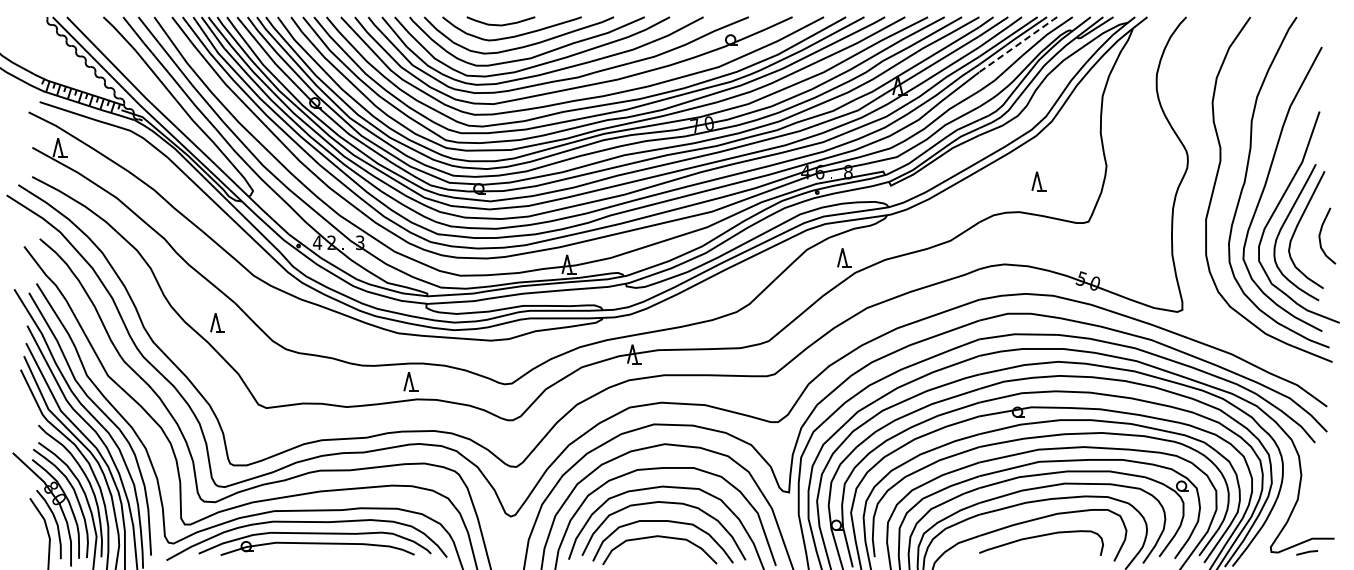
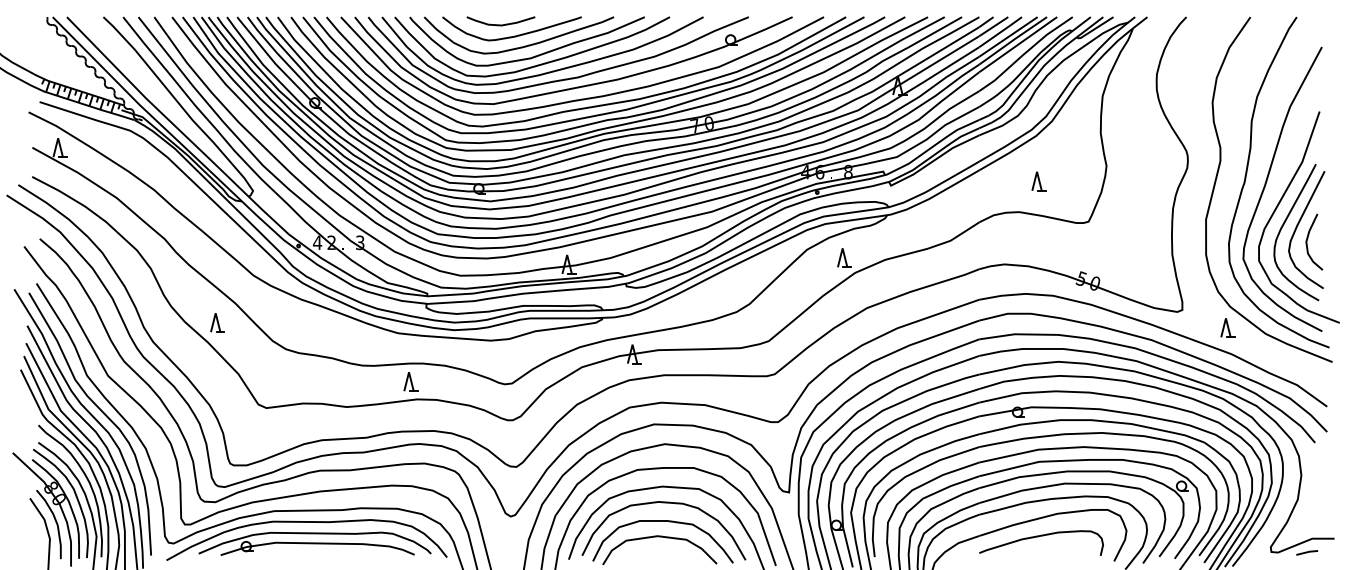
line at (1018, 44): dashed -> solid
curve at (1321, 232) position: (1321, 232) -> (1308, 238)
part at (1227, 327): none -> present
